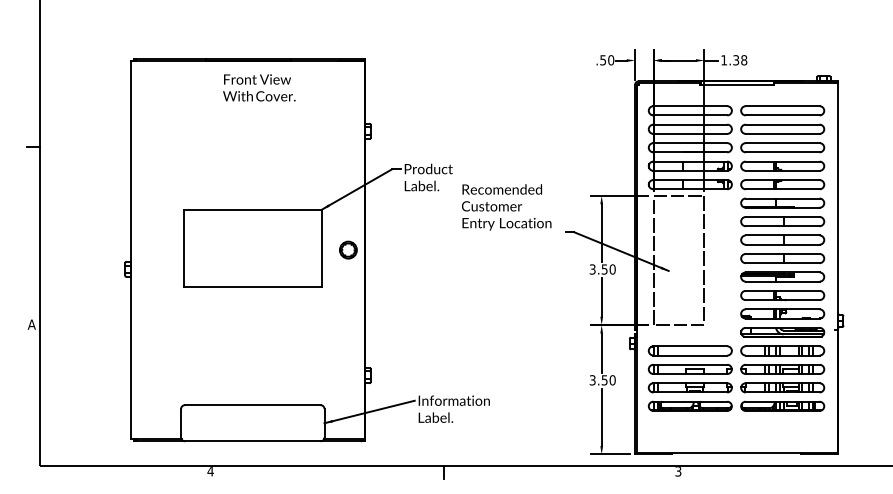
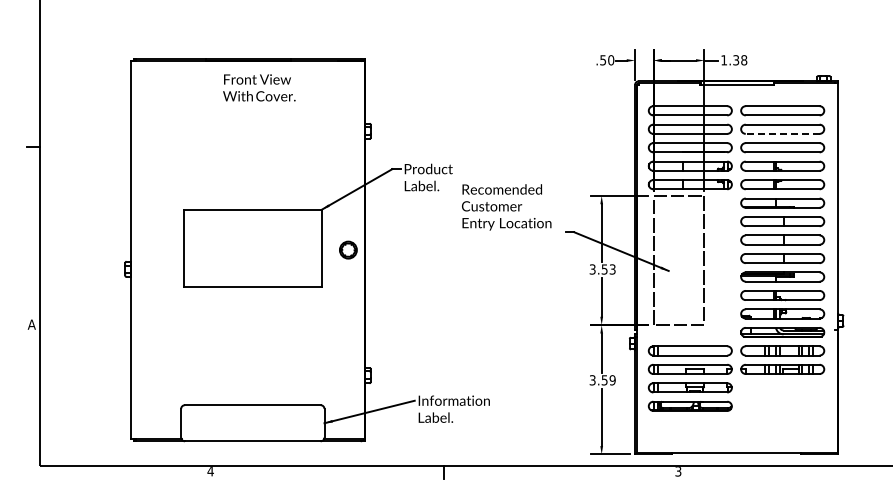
line at (782, 133): solid -> dashed
text at (612, 269): 3.50 -> 3.53
text at (612, 380): 3.50 -> 3.59
part at (782, 396): present -> none
